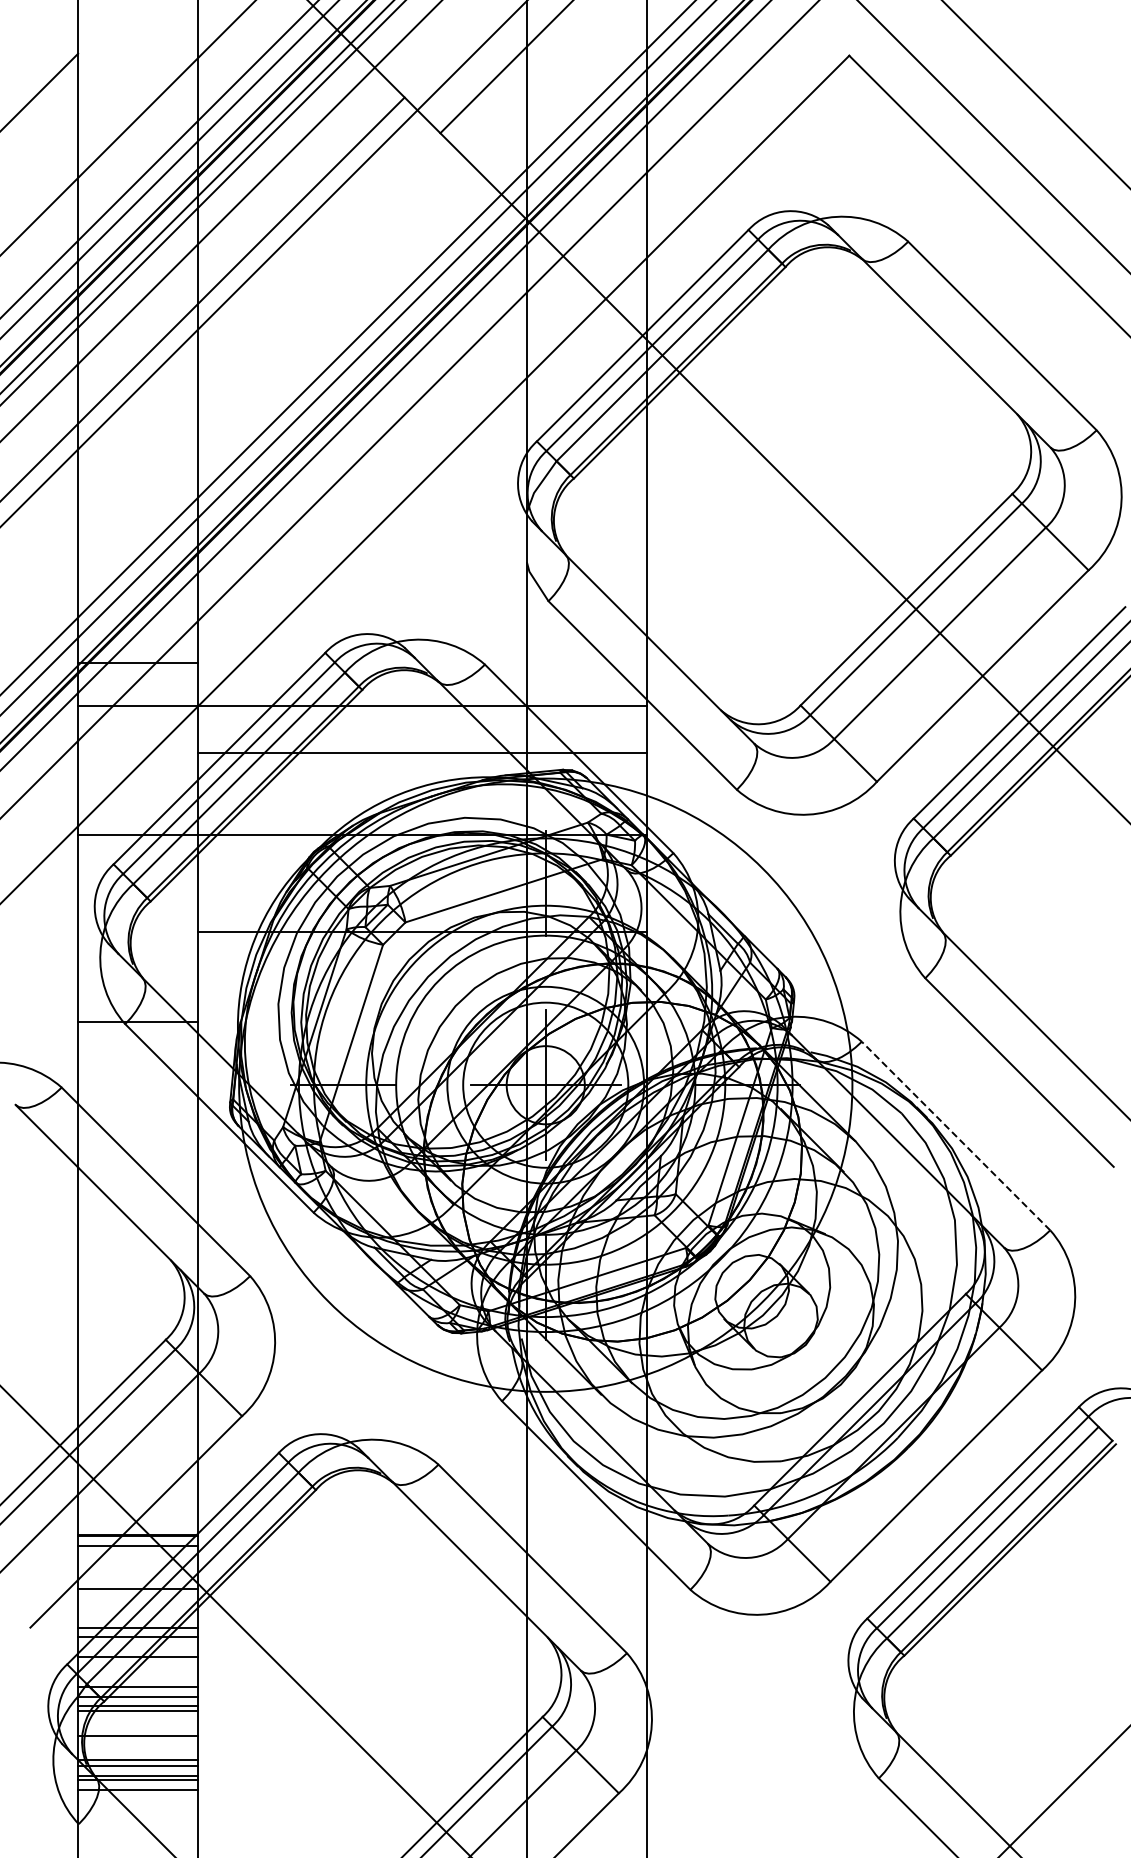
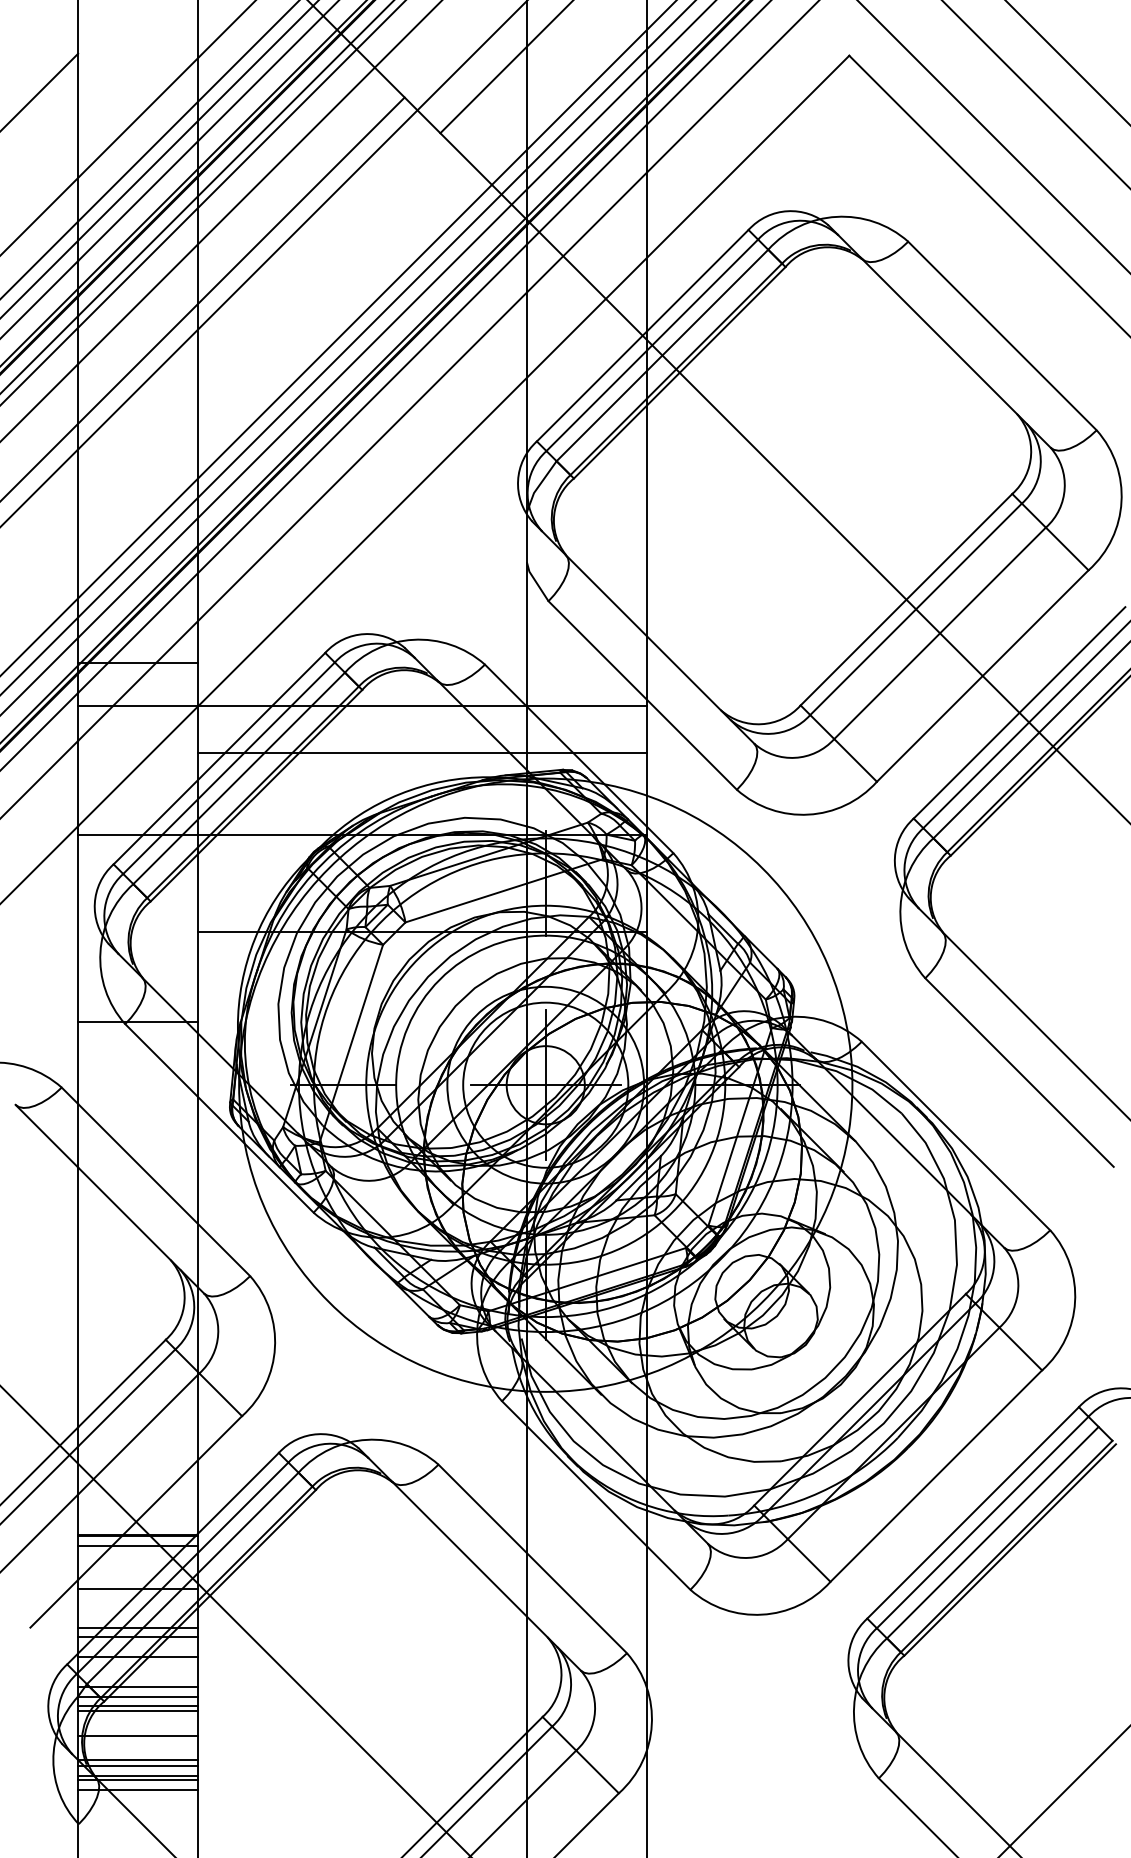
line at (1067, 62): none -> present
line at (149, 149): none -> present
line at (338, 338): none -> present
line at (955, 1135): dashed -> solid
